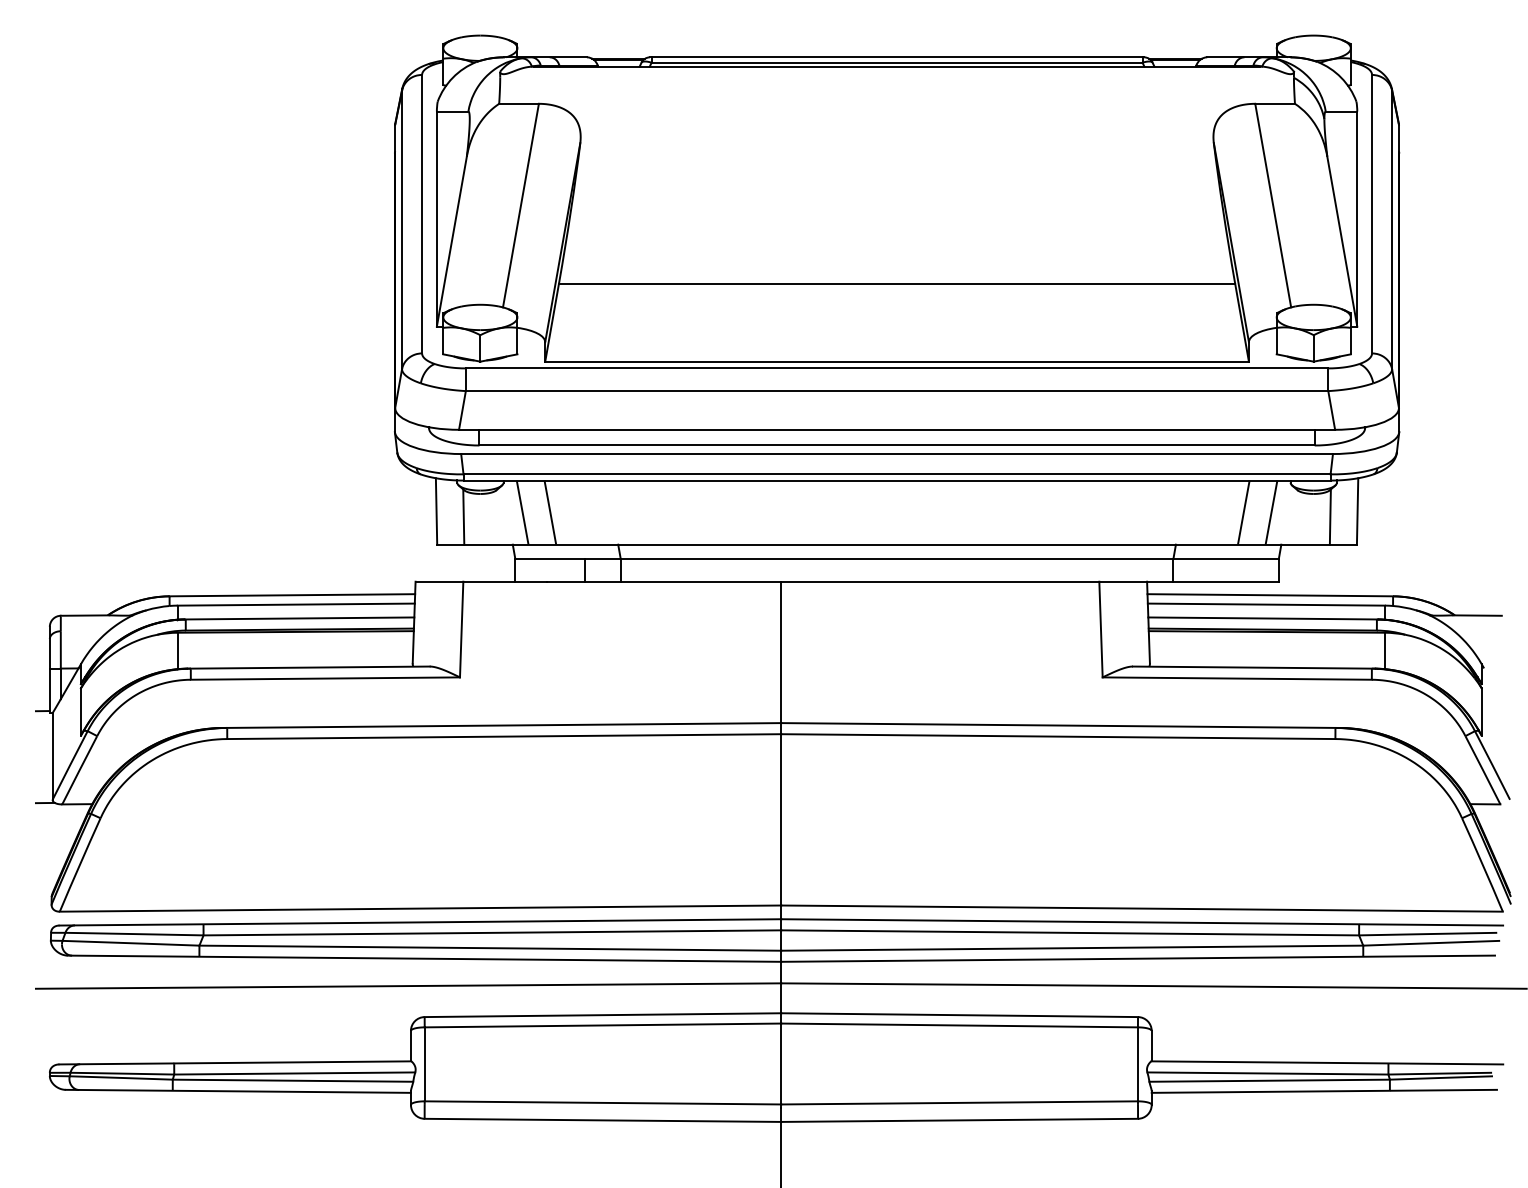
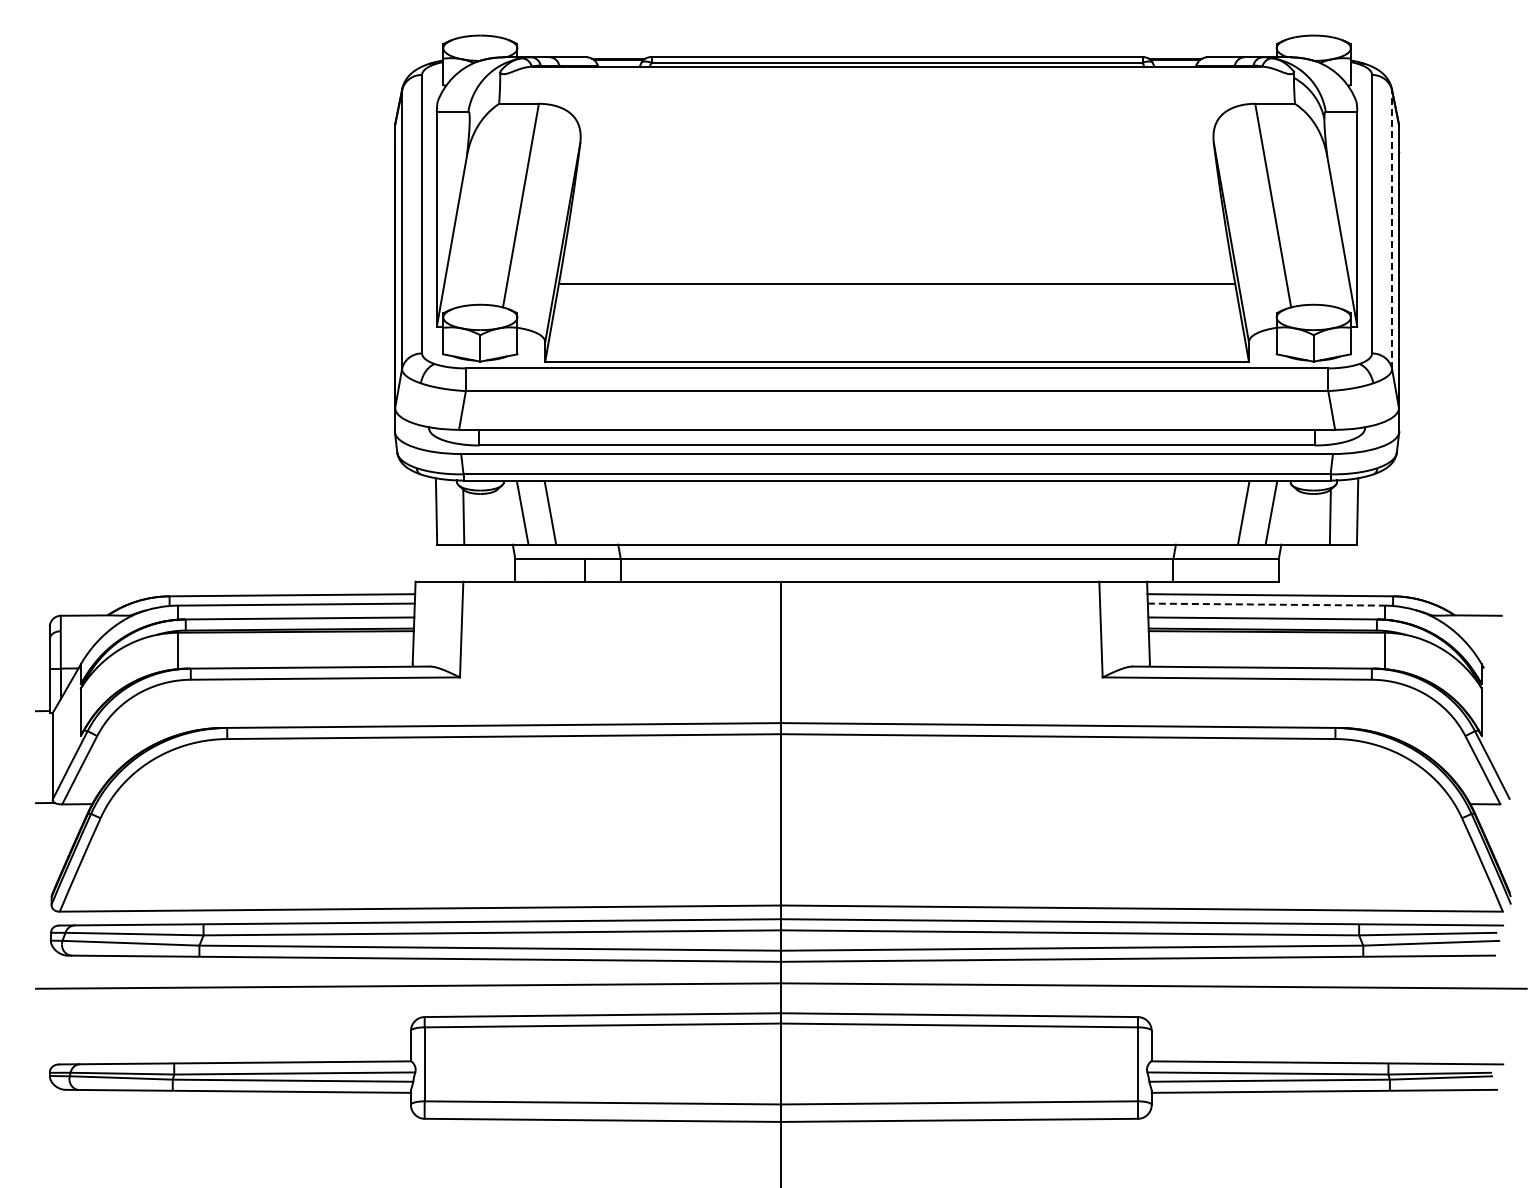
line at (1392, 229): solid -> dashed
line at (1266, 604): solid -> dashed
